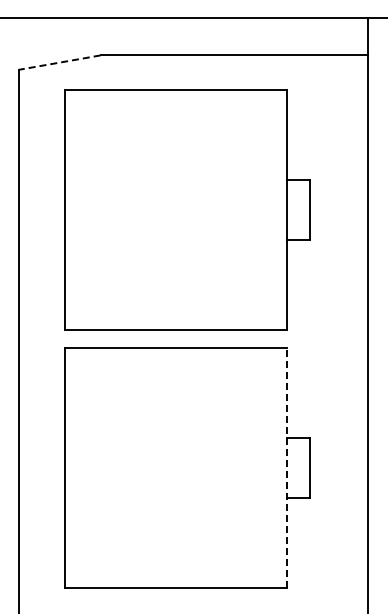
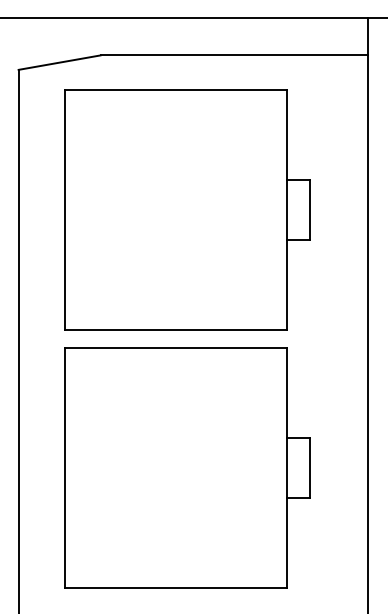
line at (59, 62): dashed -> solid
line at (287, 468): dashed -> solid
